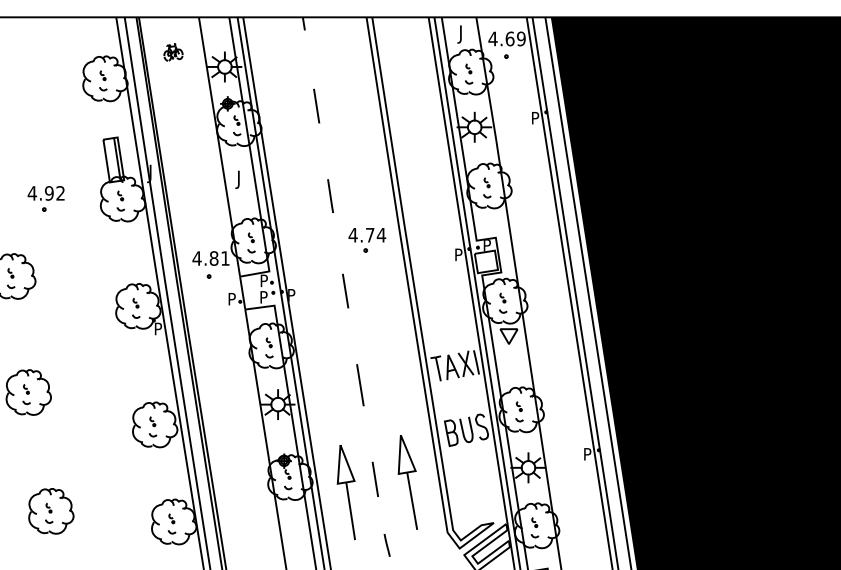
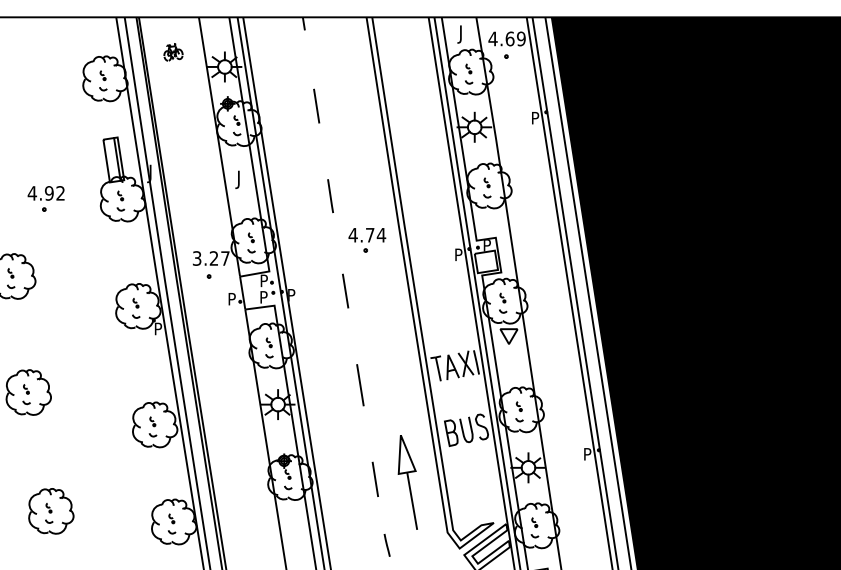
text at (210, 258): 4.81 -> 3.27
part at (345, 492): present -> none
